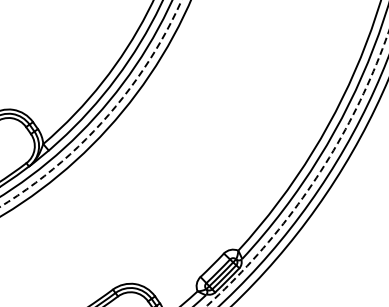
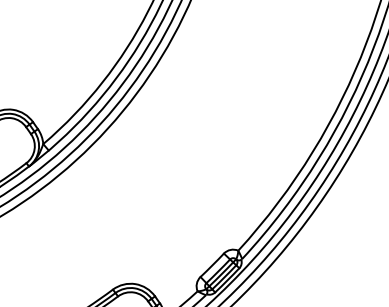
circle at (90, 103): dashed -> solid
circle at (296, 168): dashed -> solid
